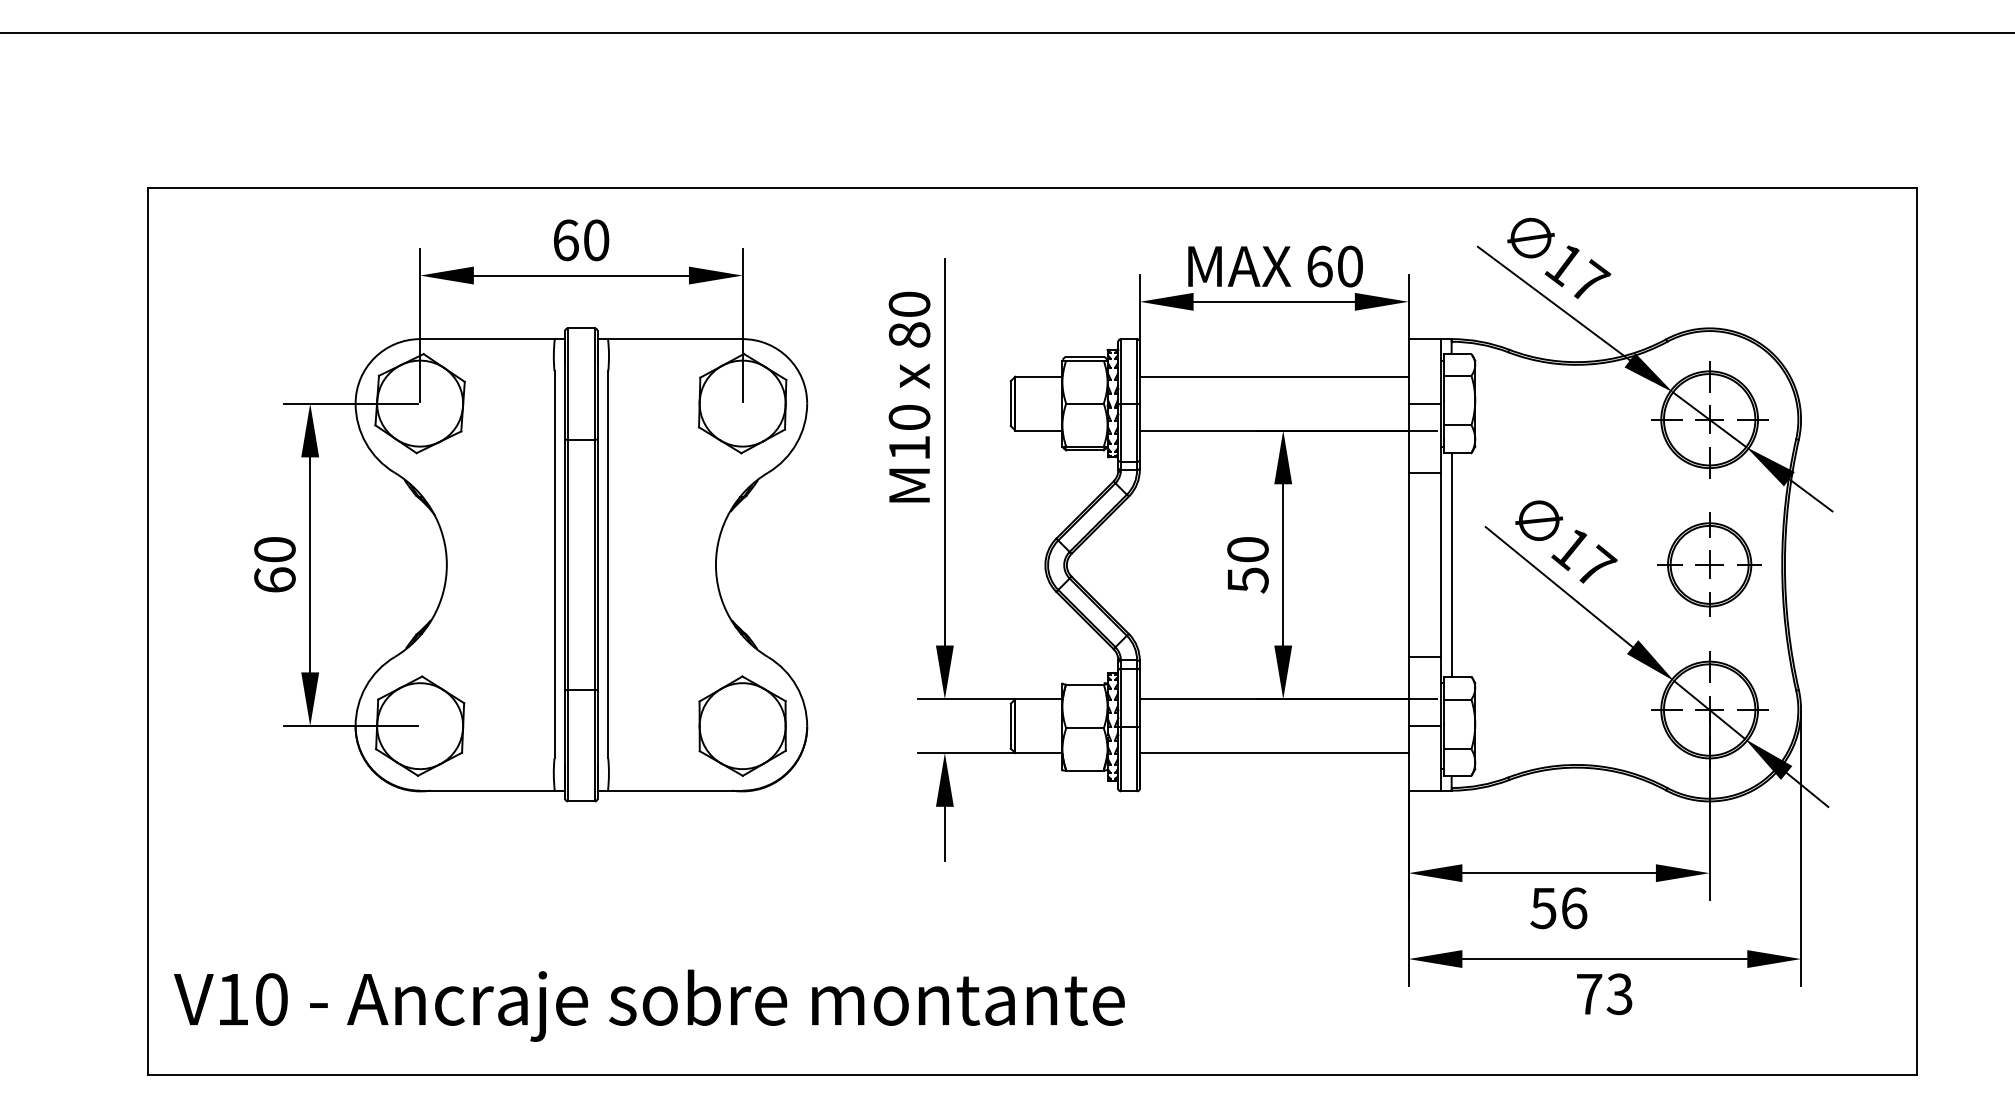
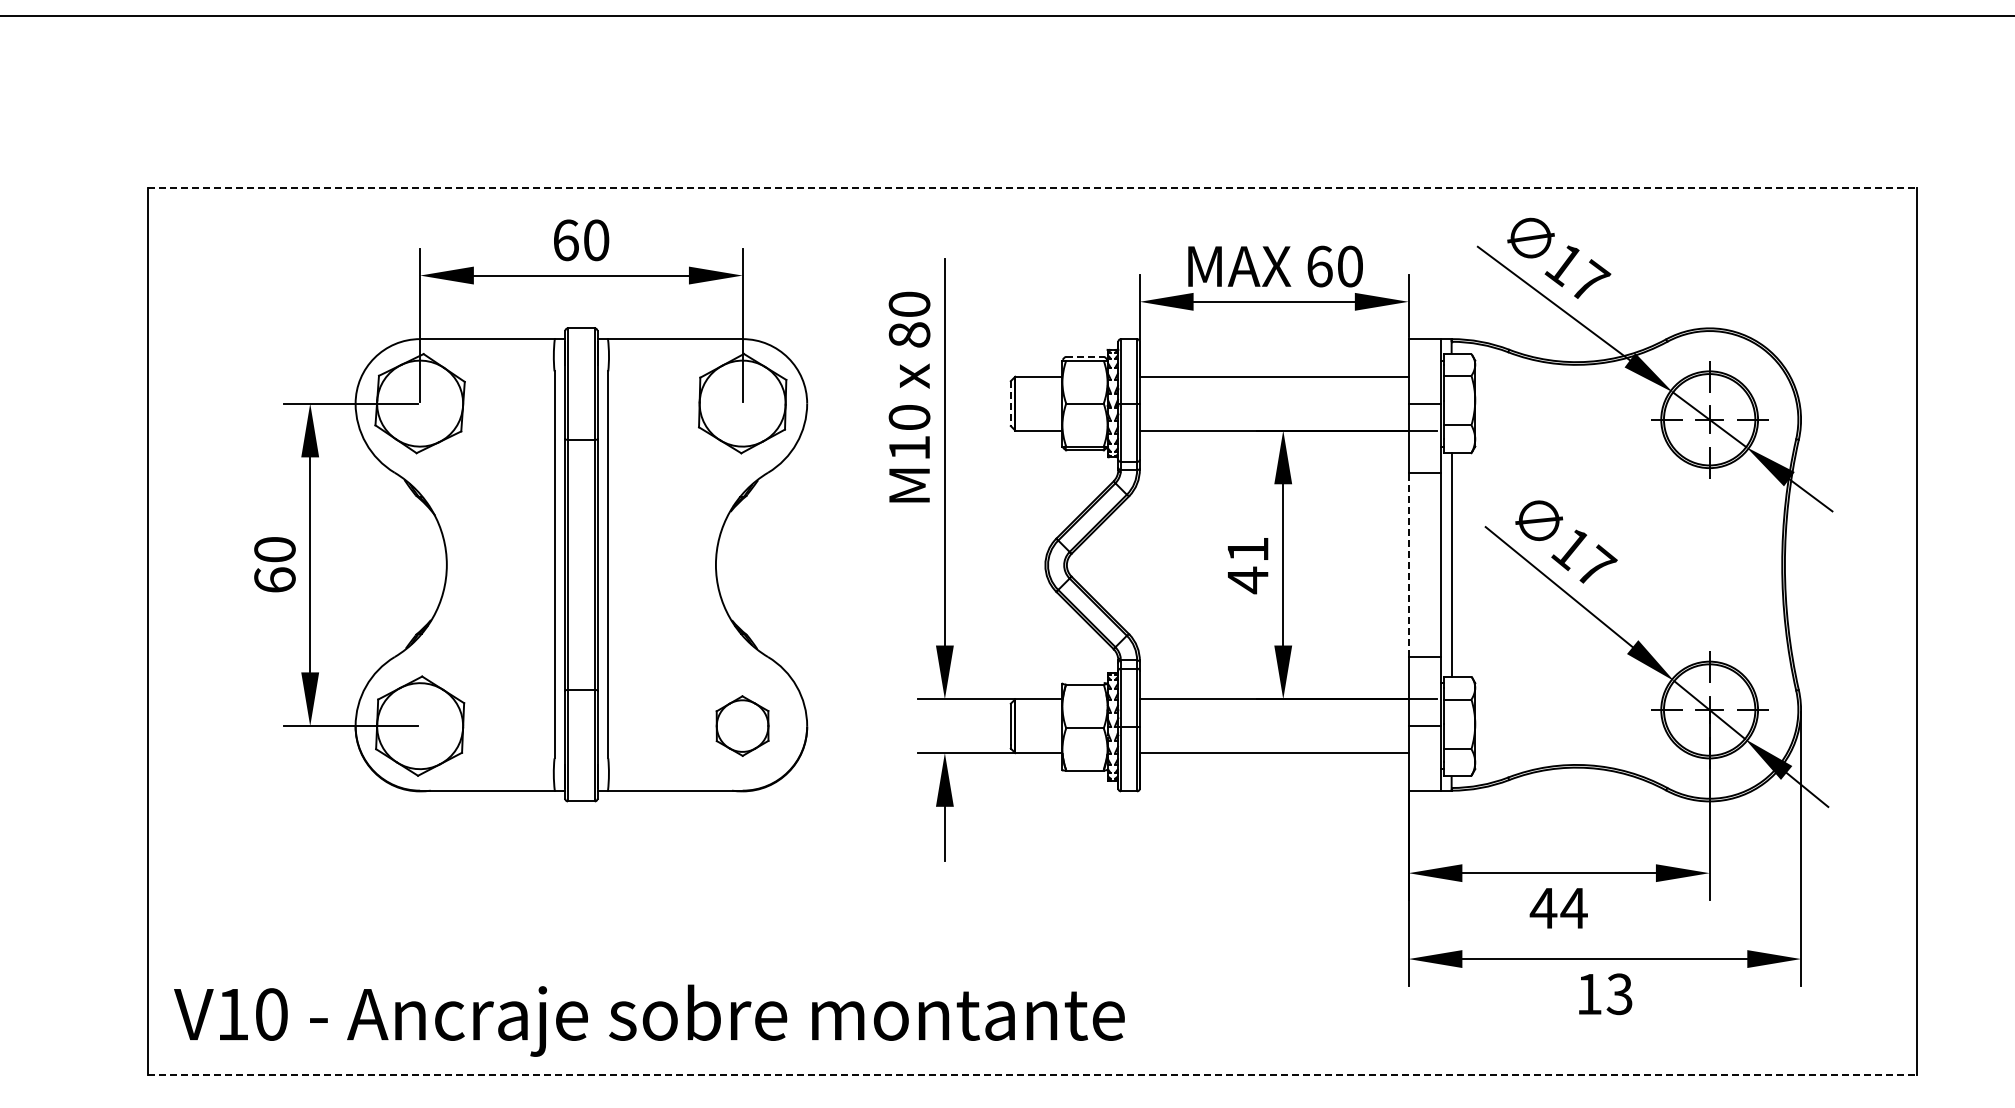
line at (1006, 33) position: (1006, 33) -> (1006, 16)
line at (1032, 188): solid -> dashed
line at (1085, 356): solid -> dashed
line at (1010, 404): solid -> dashed
line at (1408, 564): solid -> dashed
part at (1709, 564): present -> none
text at (1247, 565): 50 -> 41
part at (742, 725) size: 89x102 px -> 55x62 px
text at (1558, 908): 56 -> 44
text at (1589, 994): 73 -> 13
text at (649, 1005) position: (649, 1005) -> (649, 1020)
line at (1032, 1074): solid -> dashed
